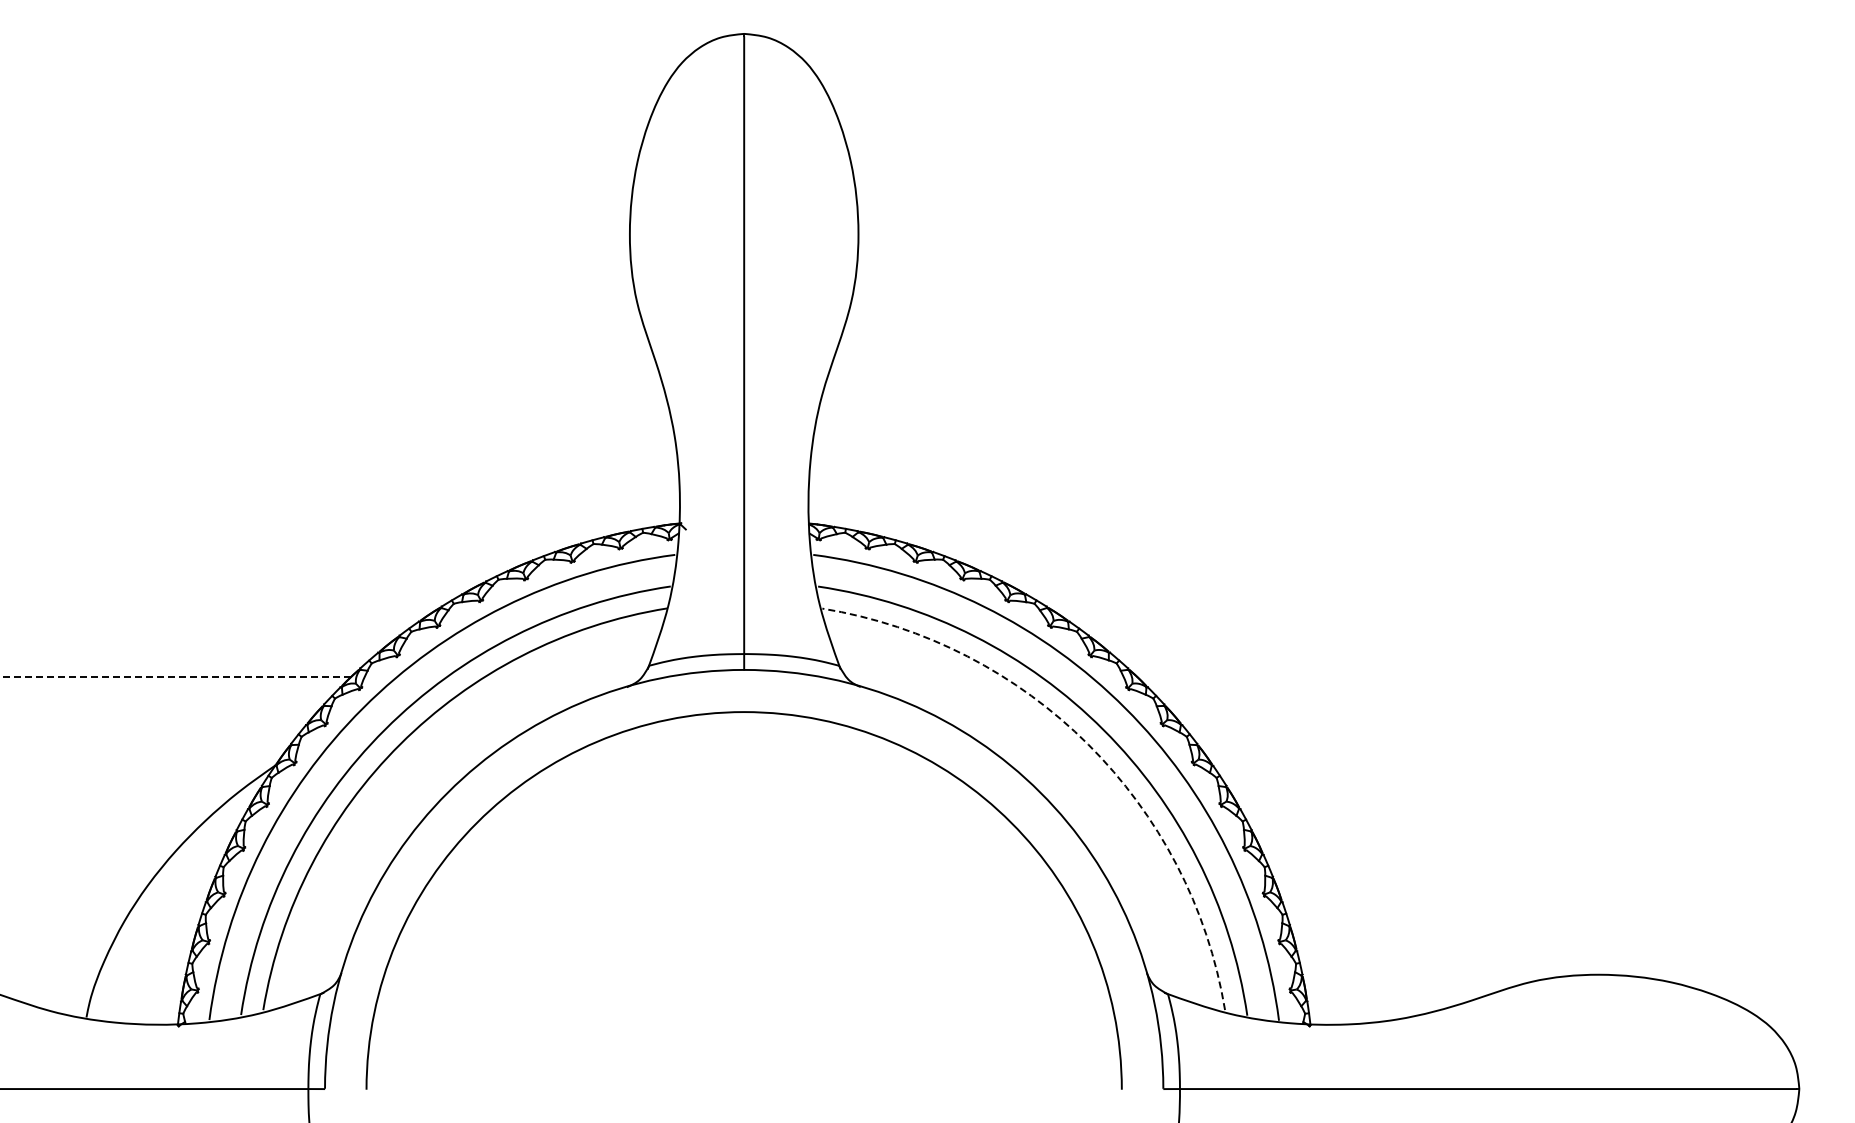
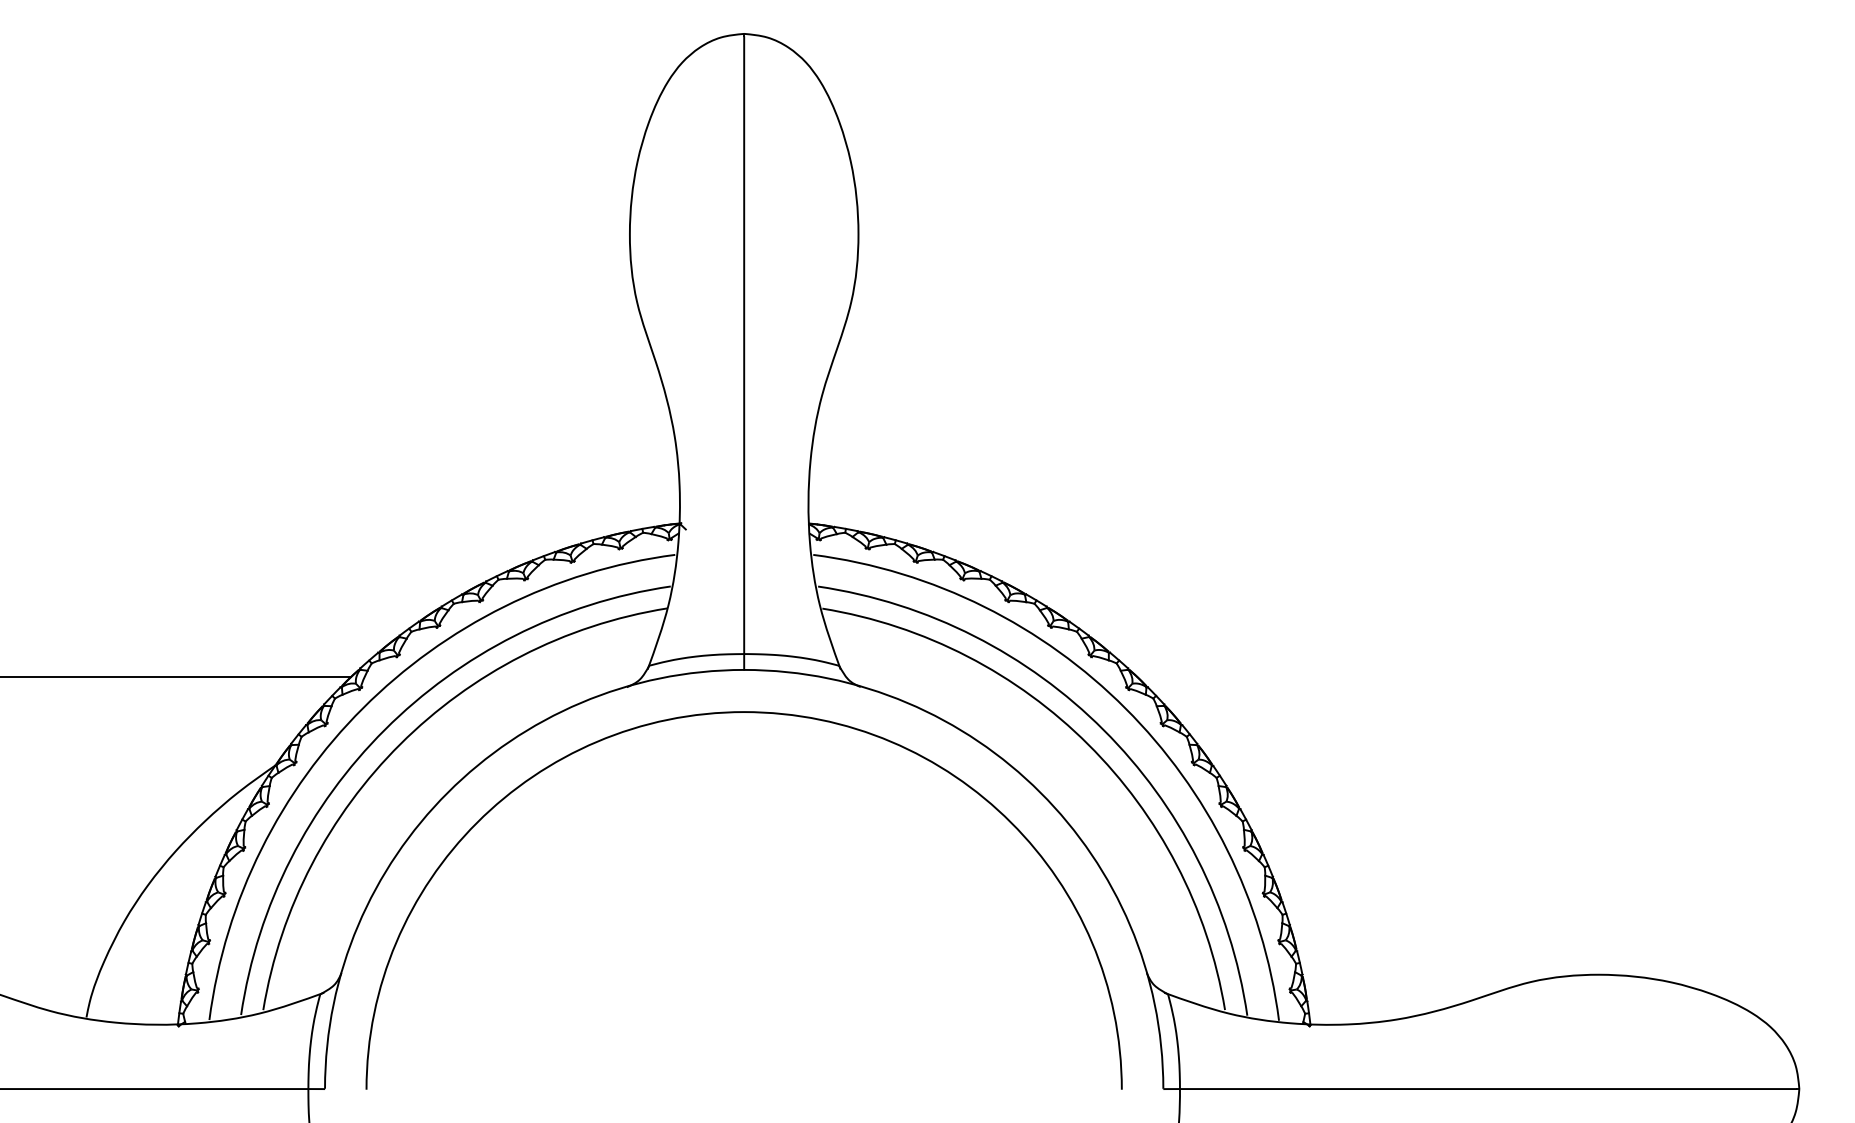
line at (175, 676): dashed -> solid
arc at (1088, 744): dashed -> solid
